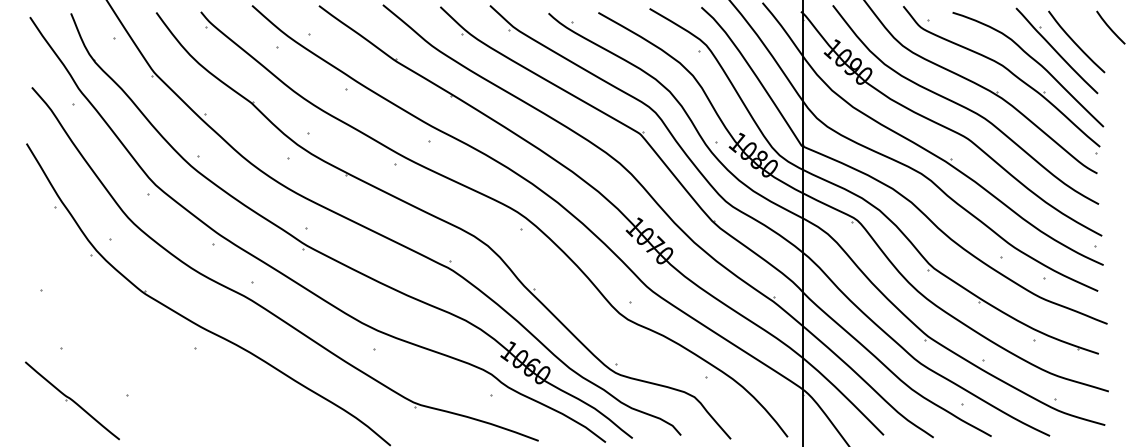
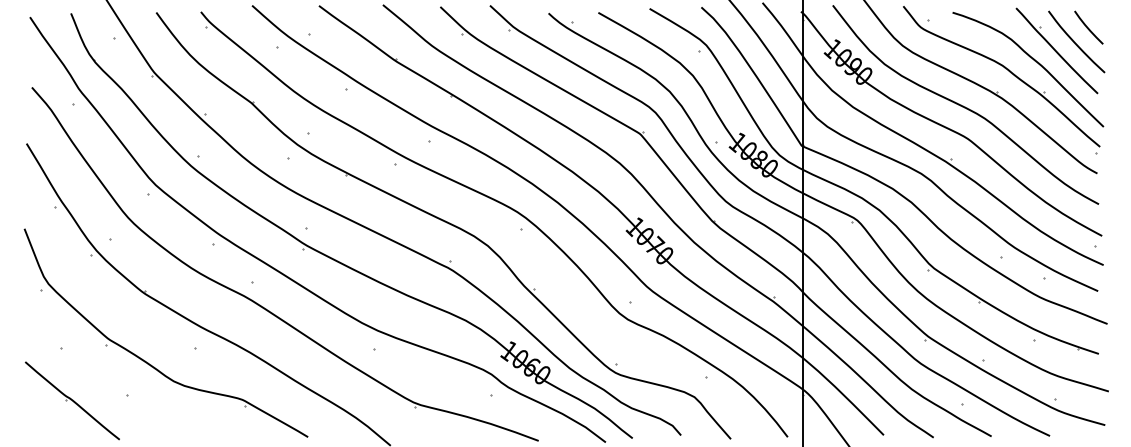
curve at (1110, 27) position: (1110, 27) -> (1088, 27)
part at (145, 360): none -> present
